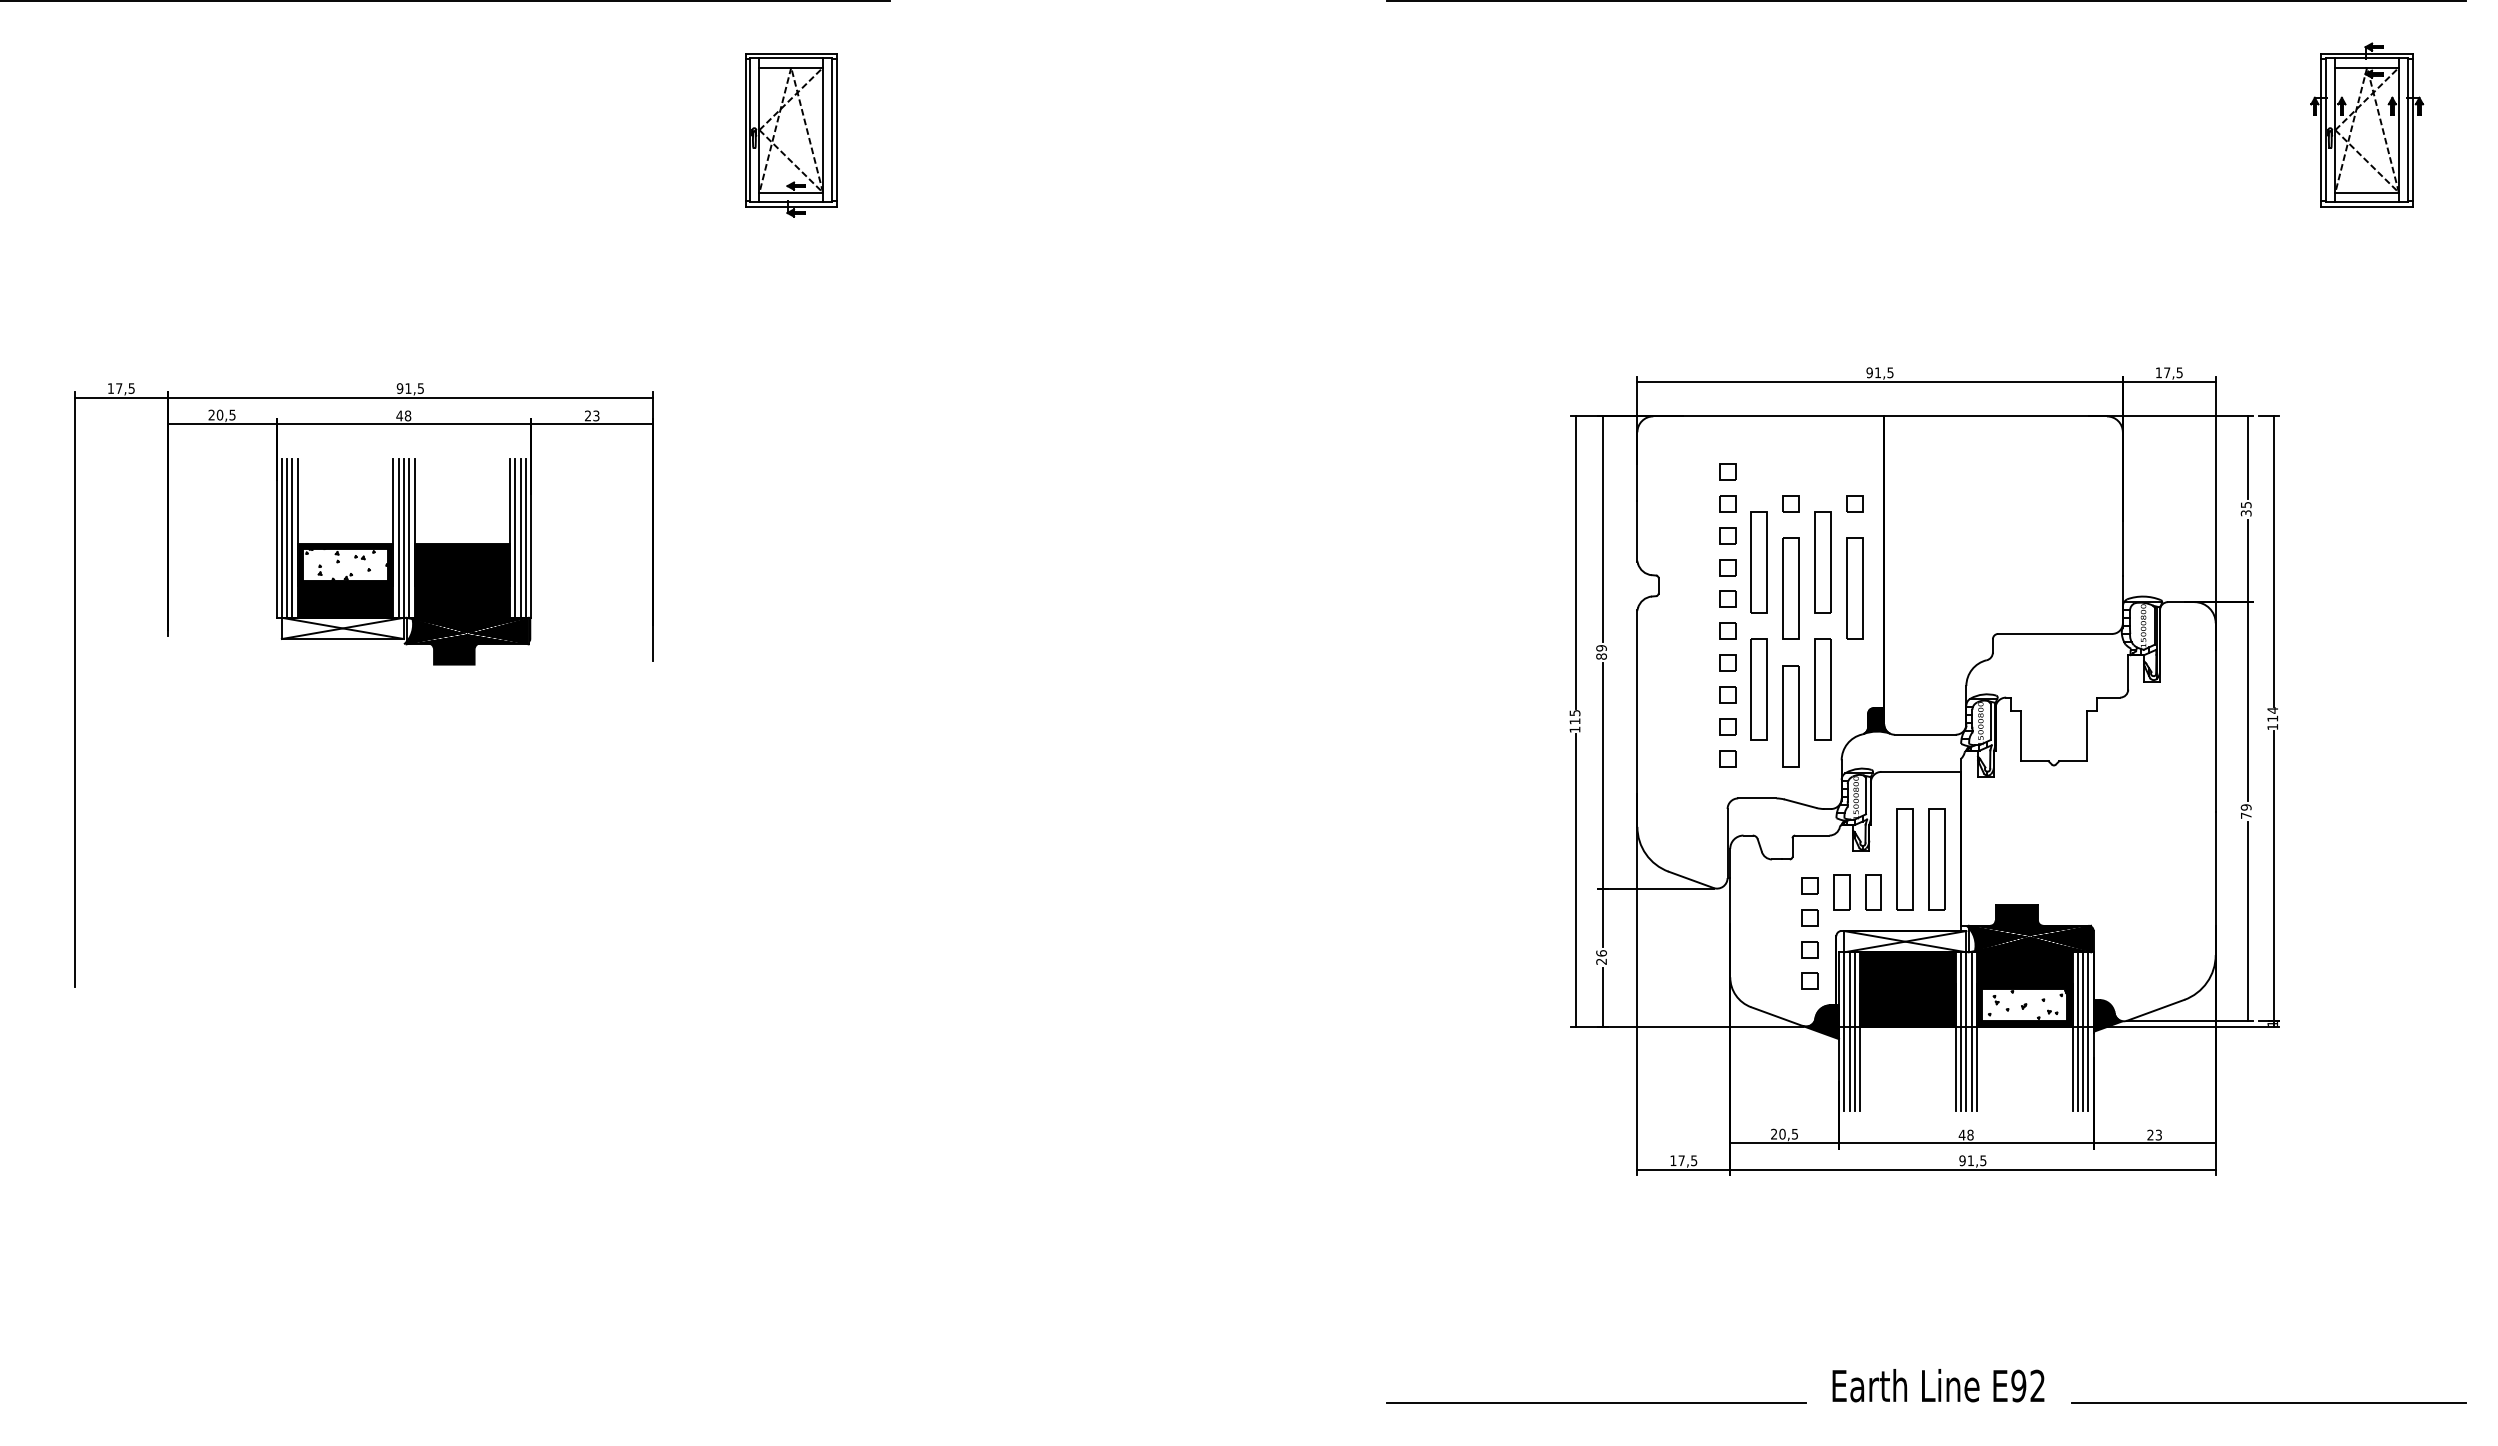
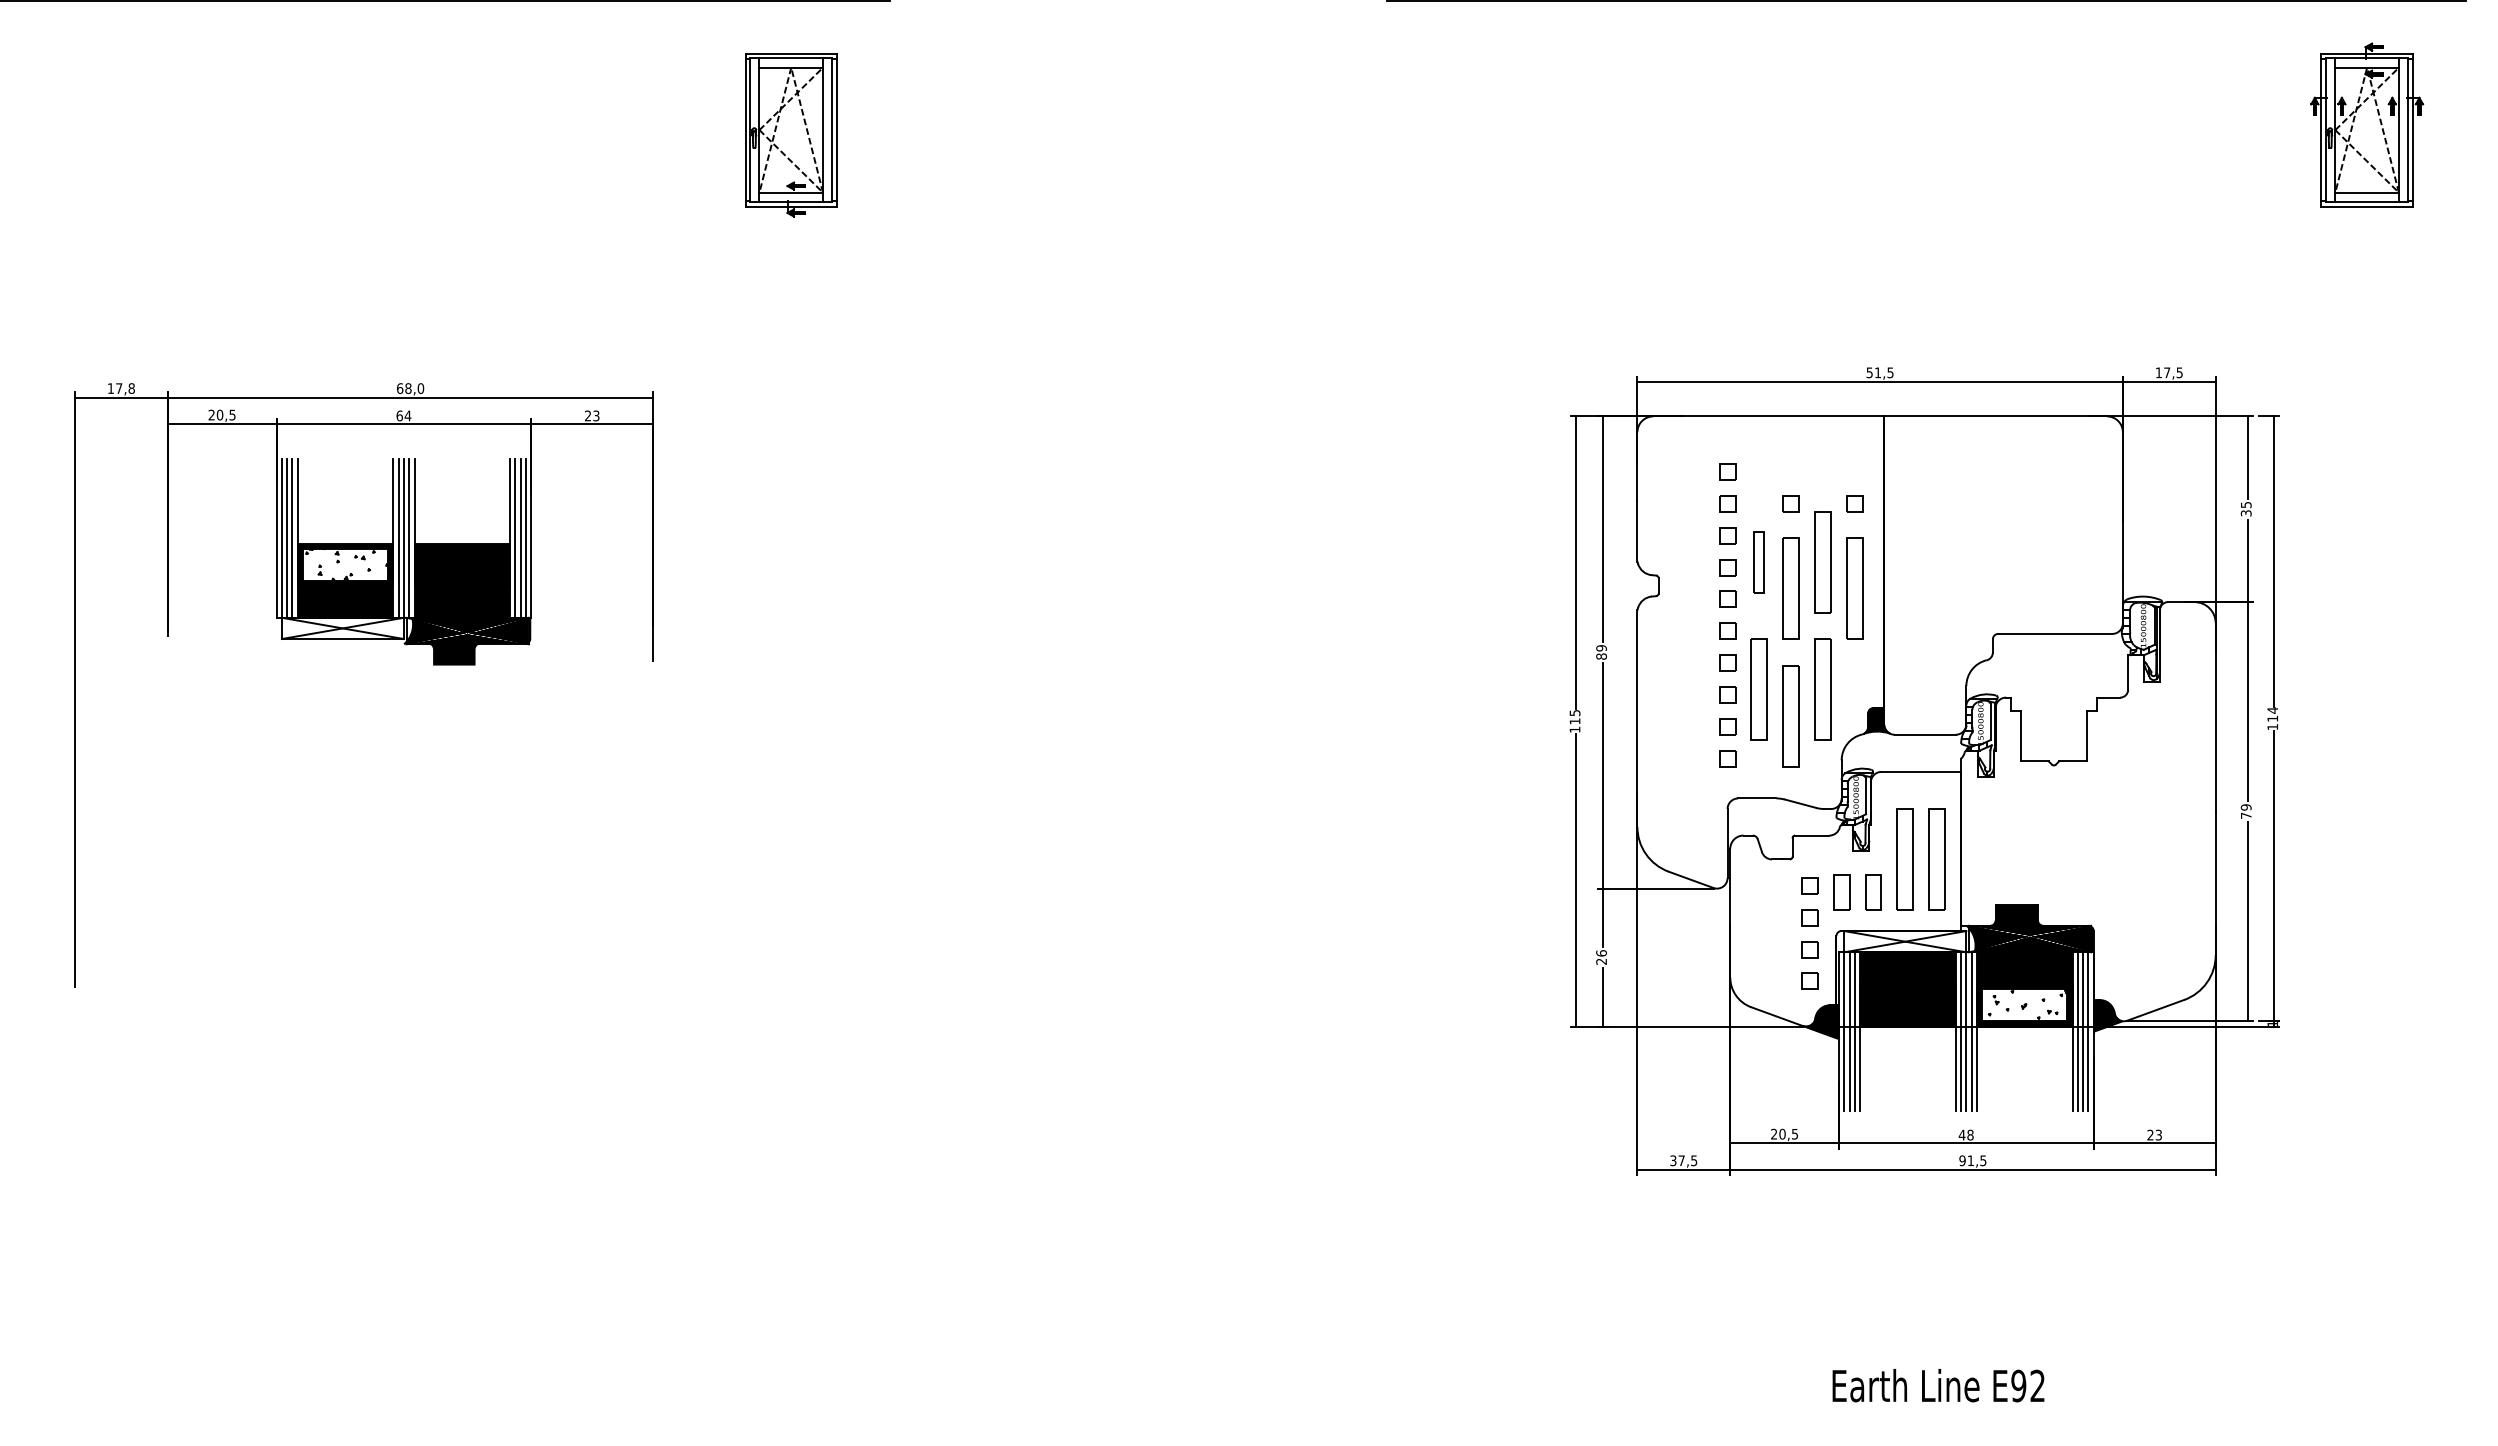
text at (1869, 372): 91,5 -> 51,5
text at (131, 388): 17,5 -> 17,8
text at (410, 388): 91,5 -> 68,0
text at (403, 415): 48 -> 64
part at (1758, 562) size: 18x103 px -> 12x63 px
text at (1673, 1160): 17,5 -> 37,5
line at (1596, 1403): present -> none
line at (2268, 1403): present -> none
